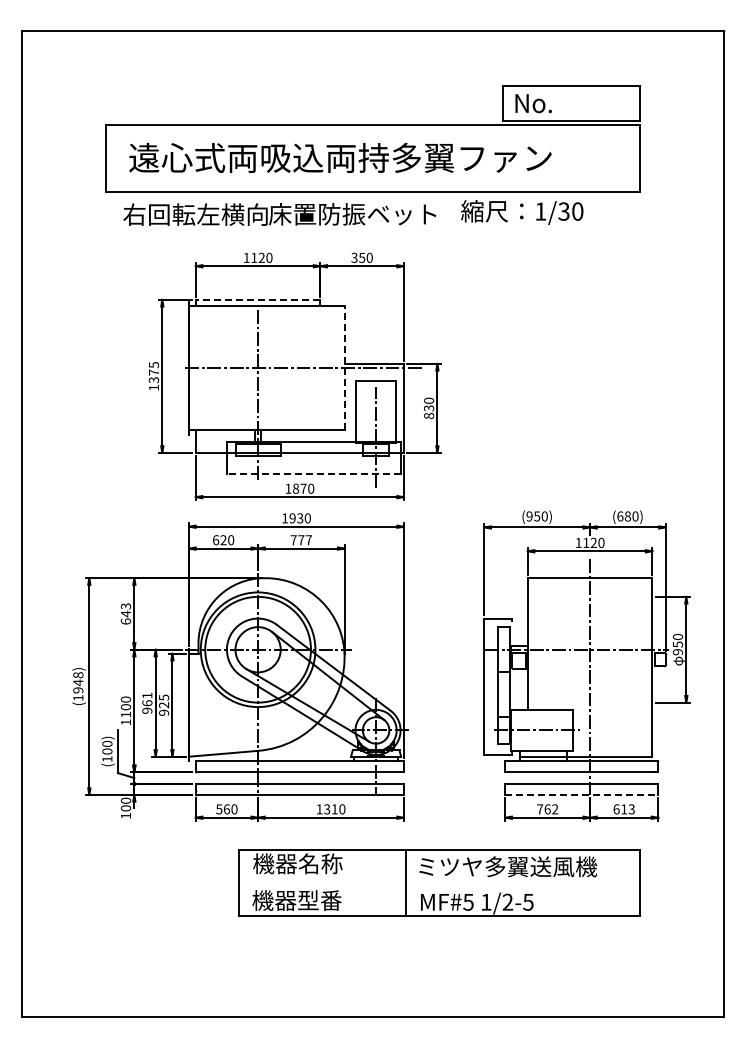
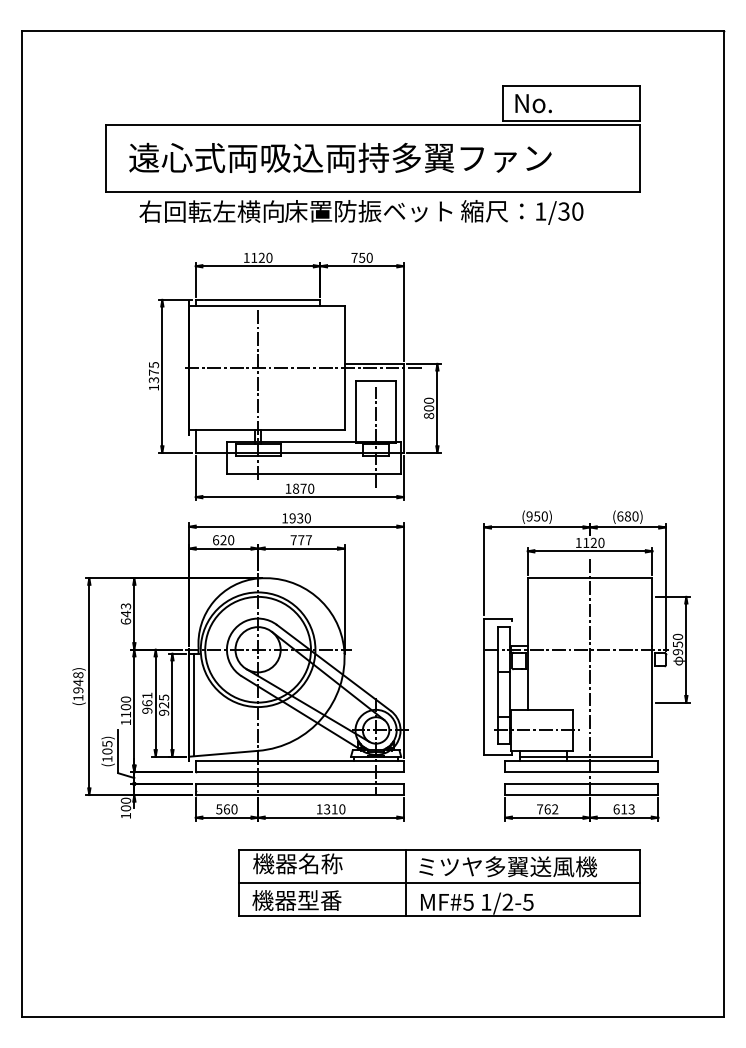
text at (279, 214) position: (279, 214) -> (295, 211)
text at (354, 257): 350 -> 750
line at (257, 299): dashed -> solid
line at (344, 367): dashed -> solid
text at (429, 408): 830 -> 800
line at (313, 473): dashed -> solid
line at (193, 704): none -> present
text at (107, 743): (100) -> (105)
line at (581, 795): dashed -> solid
line at (439, 882): none -> present
